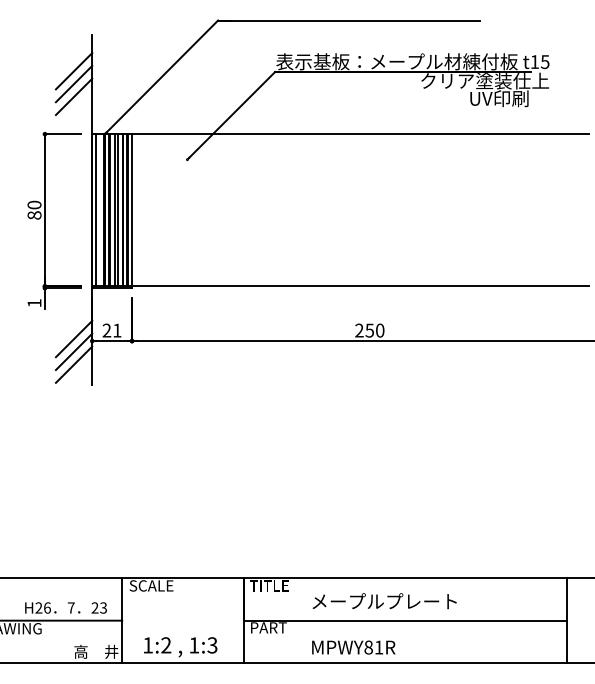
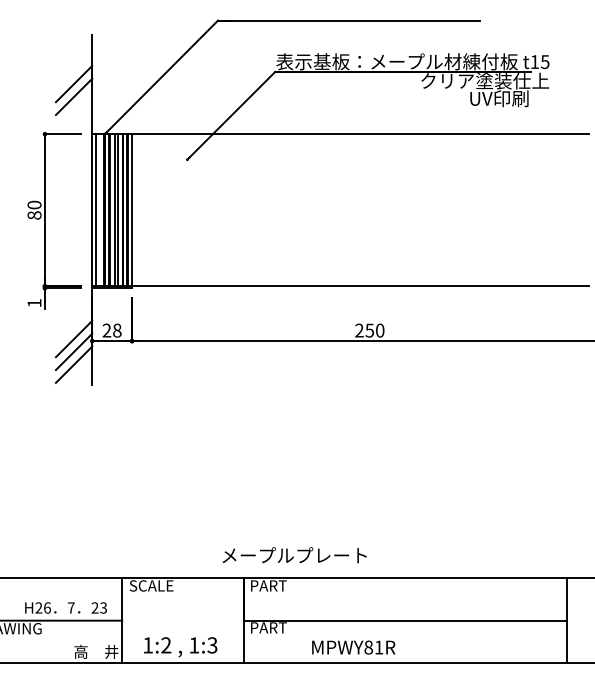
line at (73, 71): present -> none
text at (117, 330): 21 -> 28
text at (269, 585): TITLE -> PART
text at (384, 601) position: (384, 601) -> (294, 555)
